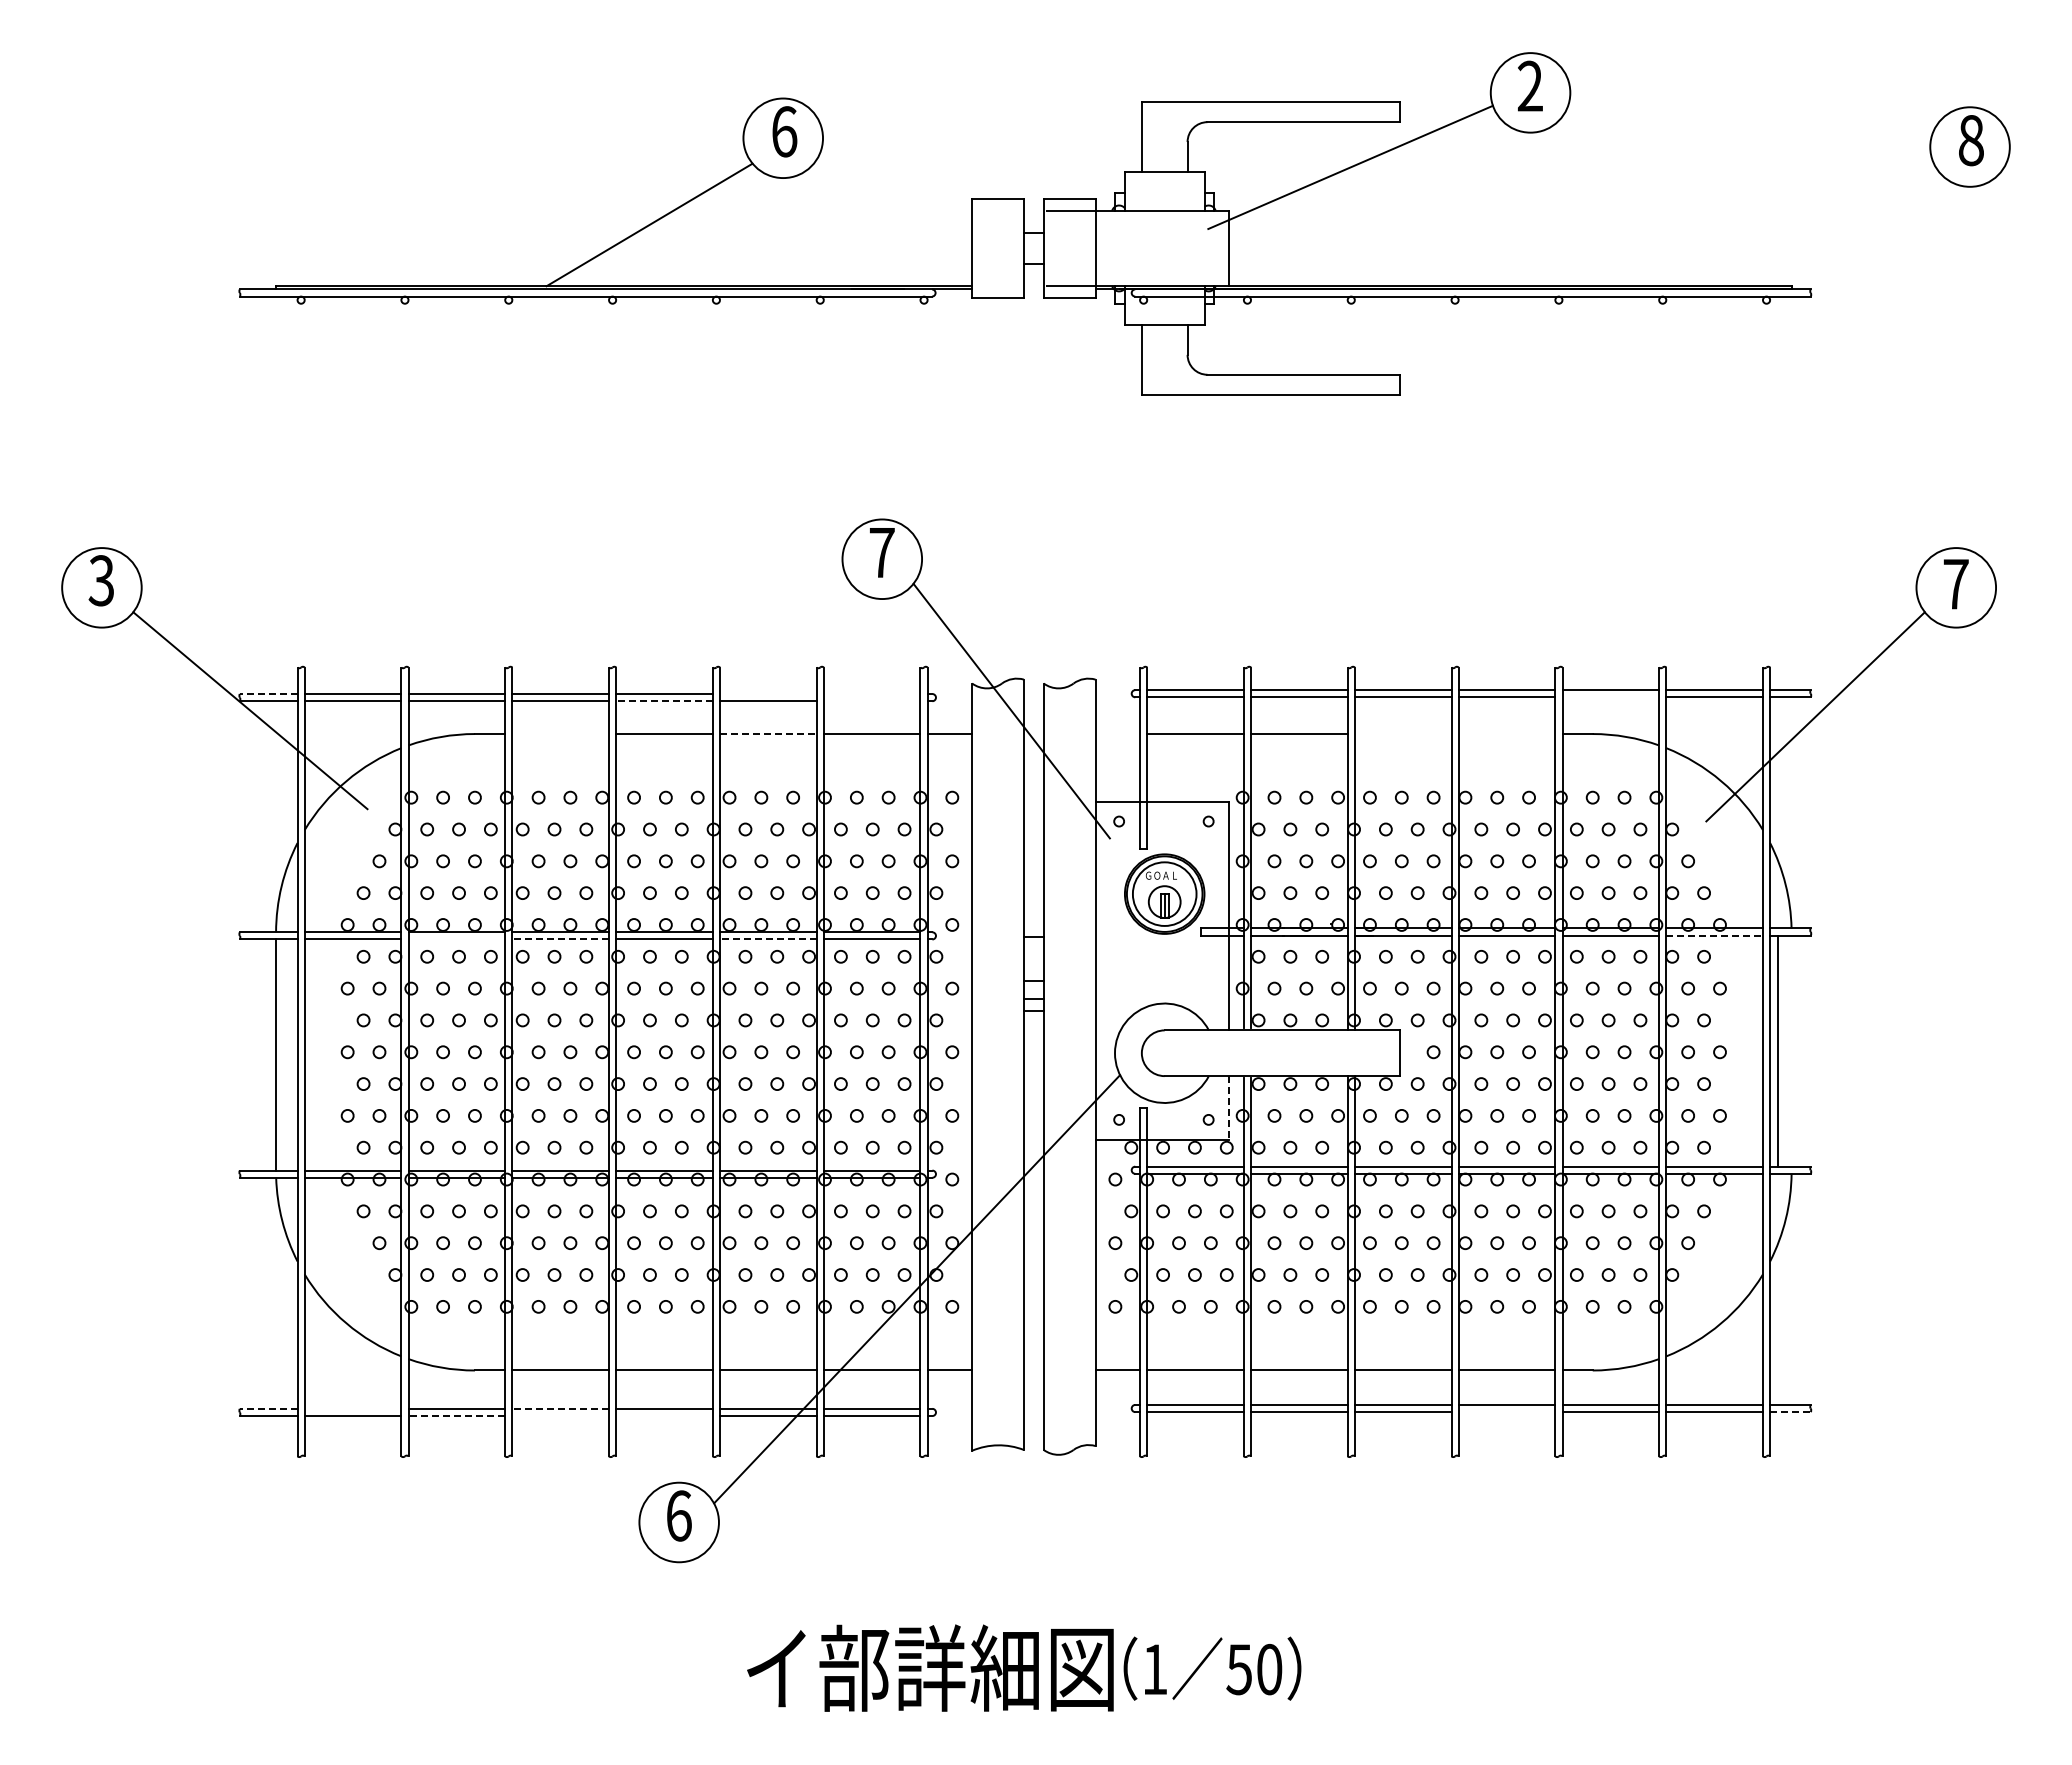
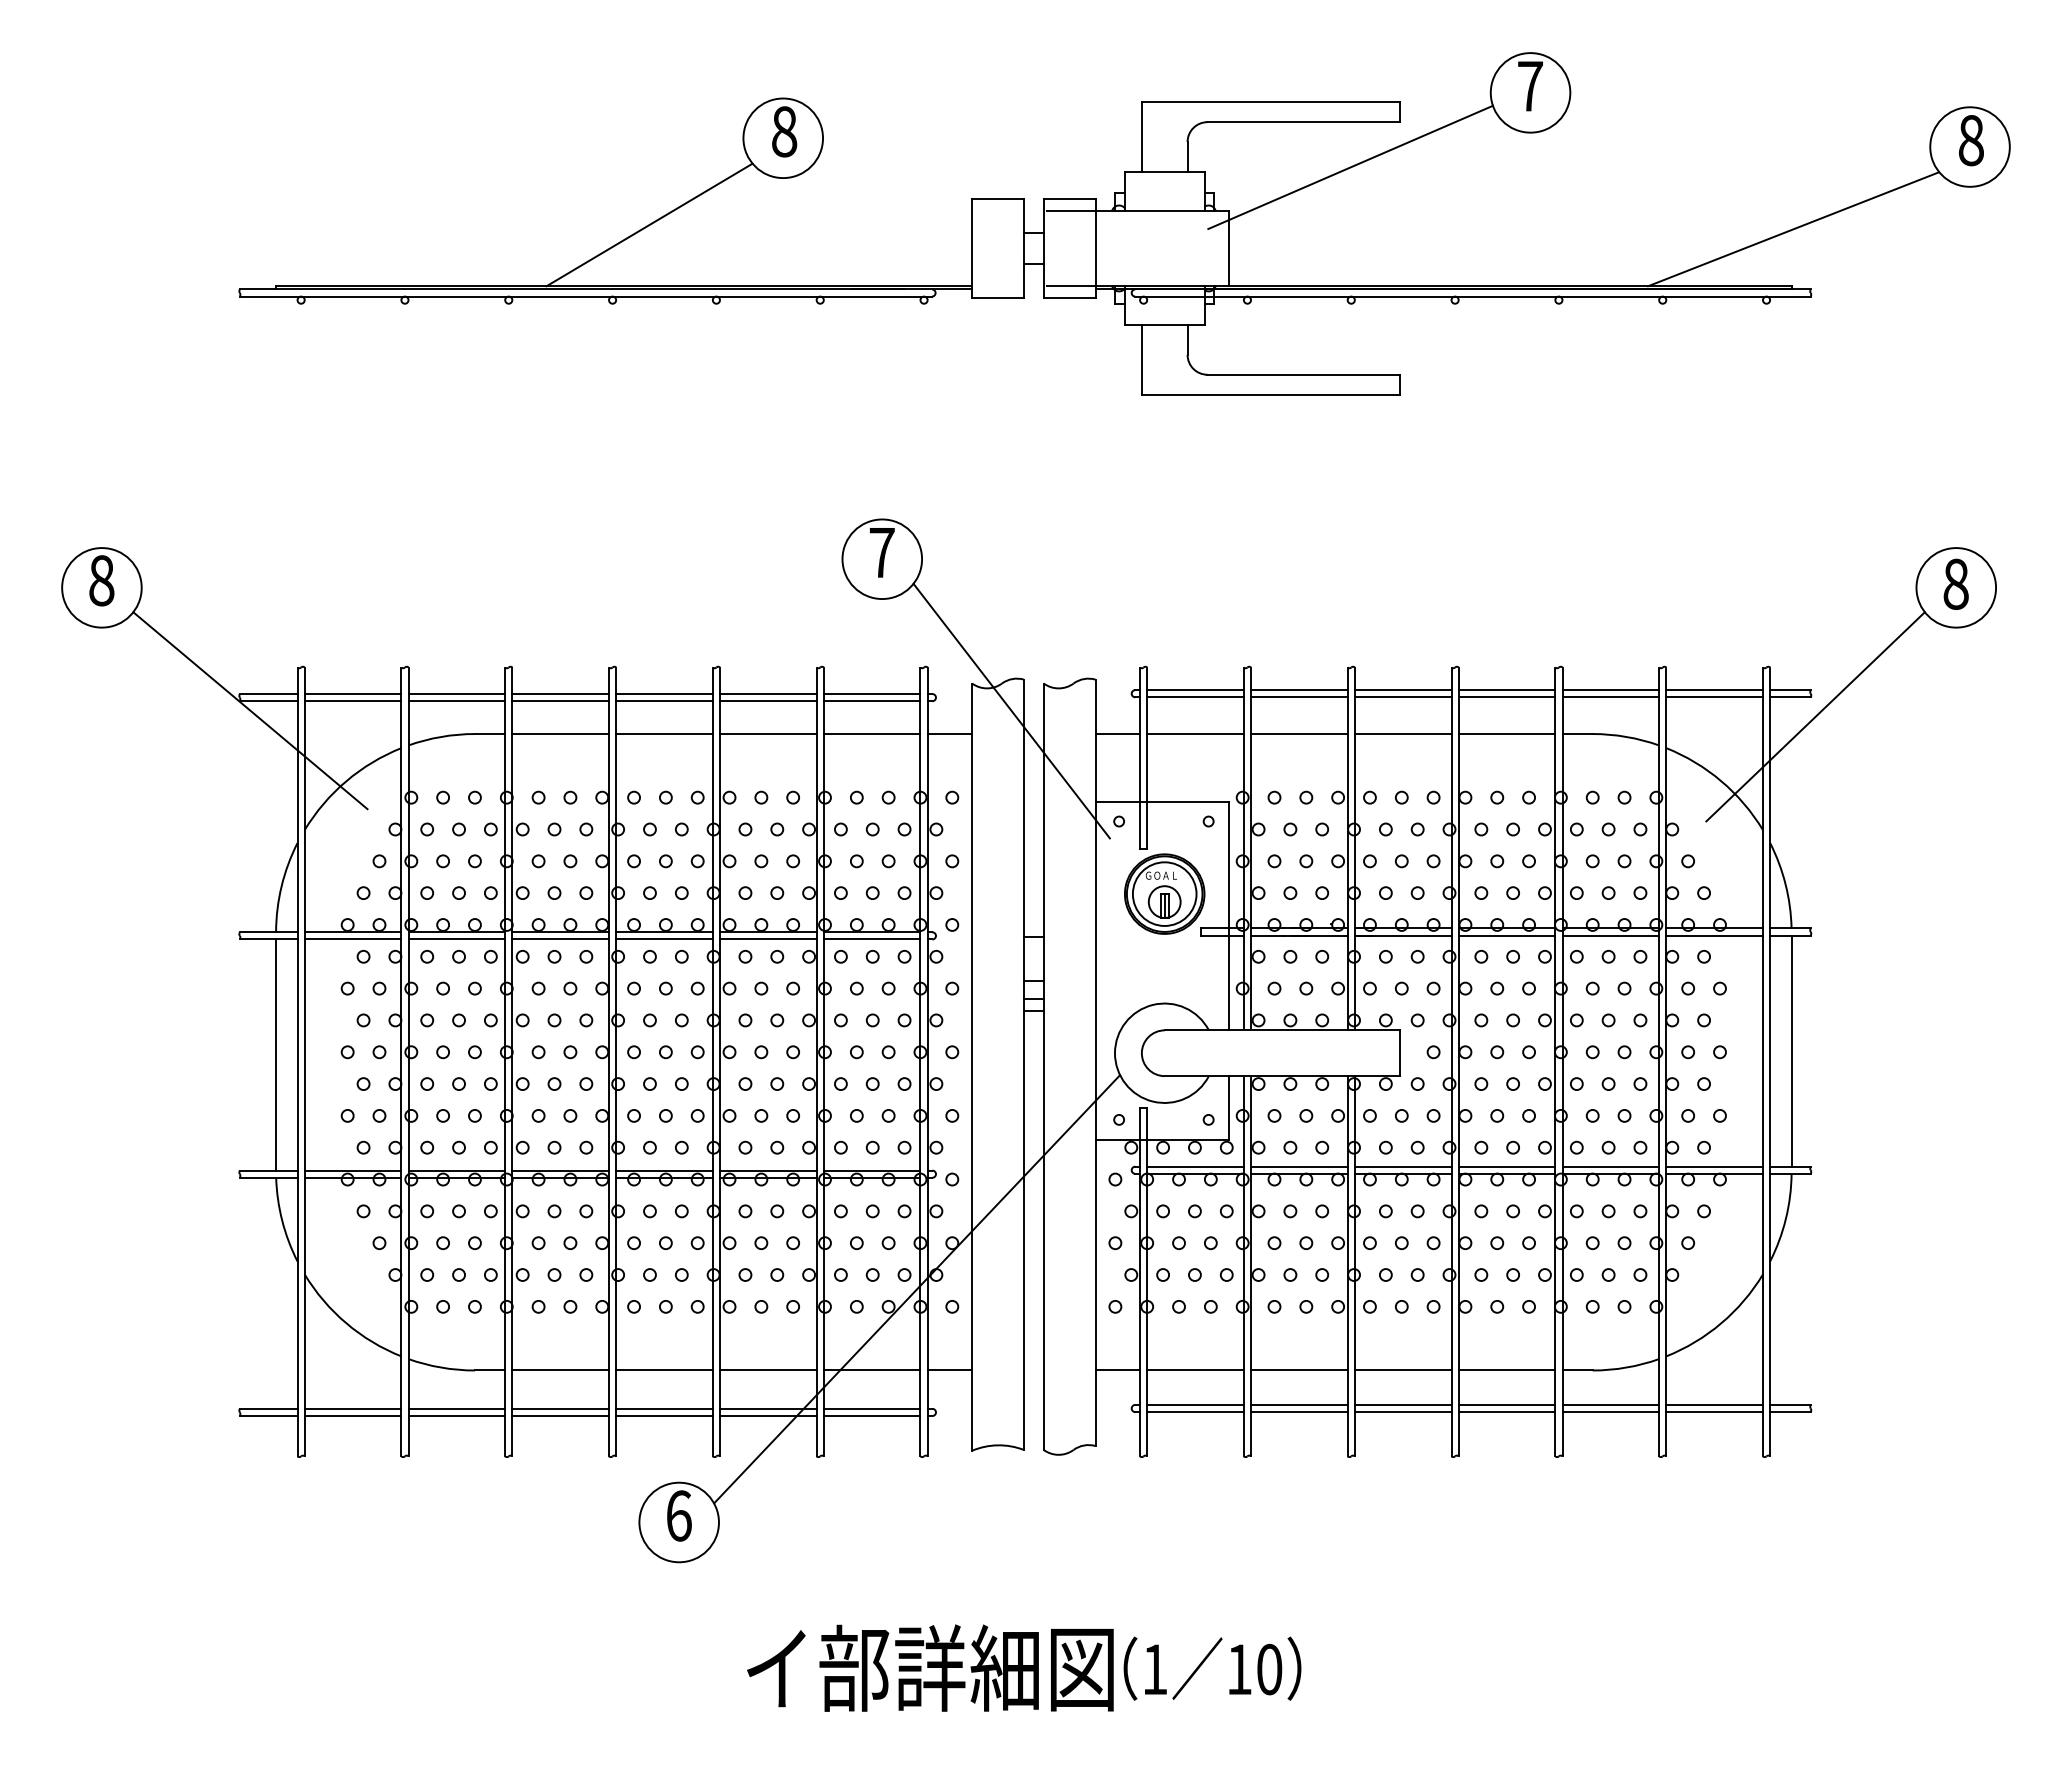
text at (1529, 85): 2 -> 7
text at (784, 131): 6 -> 8
line at (1793, 229): none -> present
text at (101, 580): 3 -> 8
text at (1955, 583): 7 -> 8
line at (268, 694): dashed -> solid
line at (768, 694): none -> present
line at (871, 694): none -> present
line at (1610, 697): none -> present
line at (664, 701): dashed -> solid
line at (871, 701): none -> present
line at (560, 734): none -> present
line at (768, 734): dashed -> solid
line at (1117, 734): none -> present
line at (1402, 734): none -> present
line at (1506, 734): none -> present
line at (1715, 935): dashed -> solid
line at (456, 939): none -> present
line at (560, 939): dashed -> solid
line at (767, 939): dashed -> solid
line at (1777, 1050) position: (1777, 1050) -> (1791, 1050)
line at (1228, 1107): dashed -> solid
line at (268, 1408): dashed -> solid
line at (352, 1408): none -> present
line at (560, 1408): dashed -> solid
line at (1506, 1412): none -> present
line at (1790, 1412): dashed -> solid
line at (456, 1416): dashed -> solid
line at (560, 1416): none -> present
line at (664, 1416): none -> present
text at (1238, 1669): 50 -> 10
